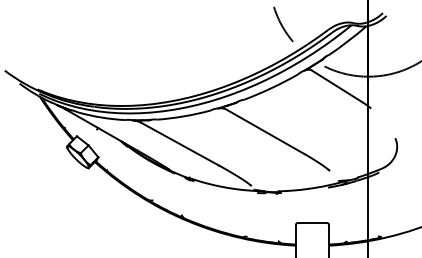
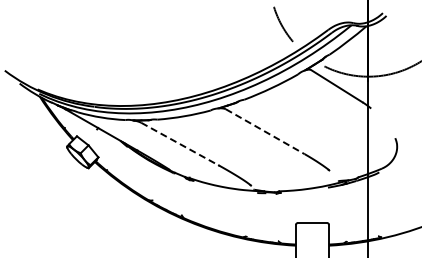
line at (265, 131): solid -> dashed
line at (180, 144): solid -> dashed
